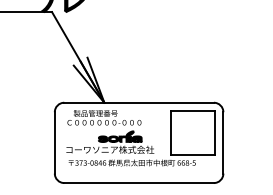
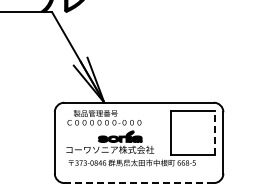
line at (215, 132): solid -> dashed
line at (139, 183): solid -> dashed
